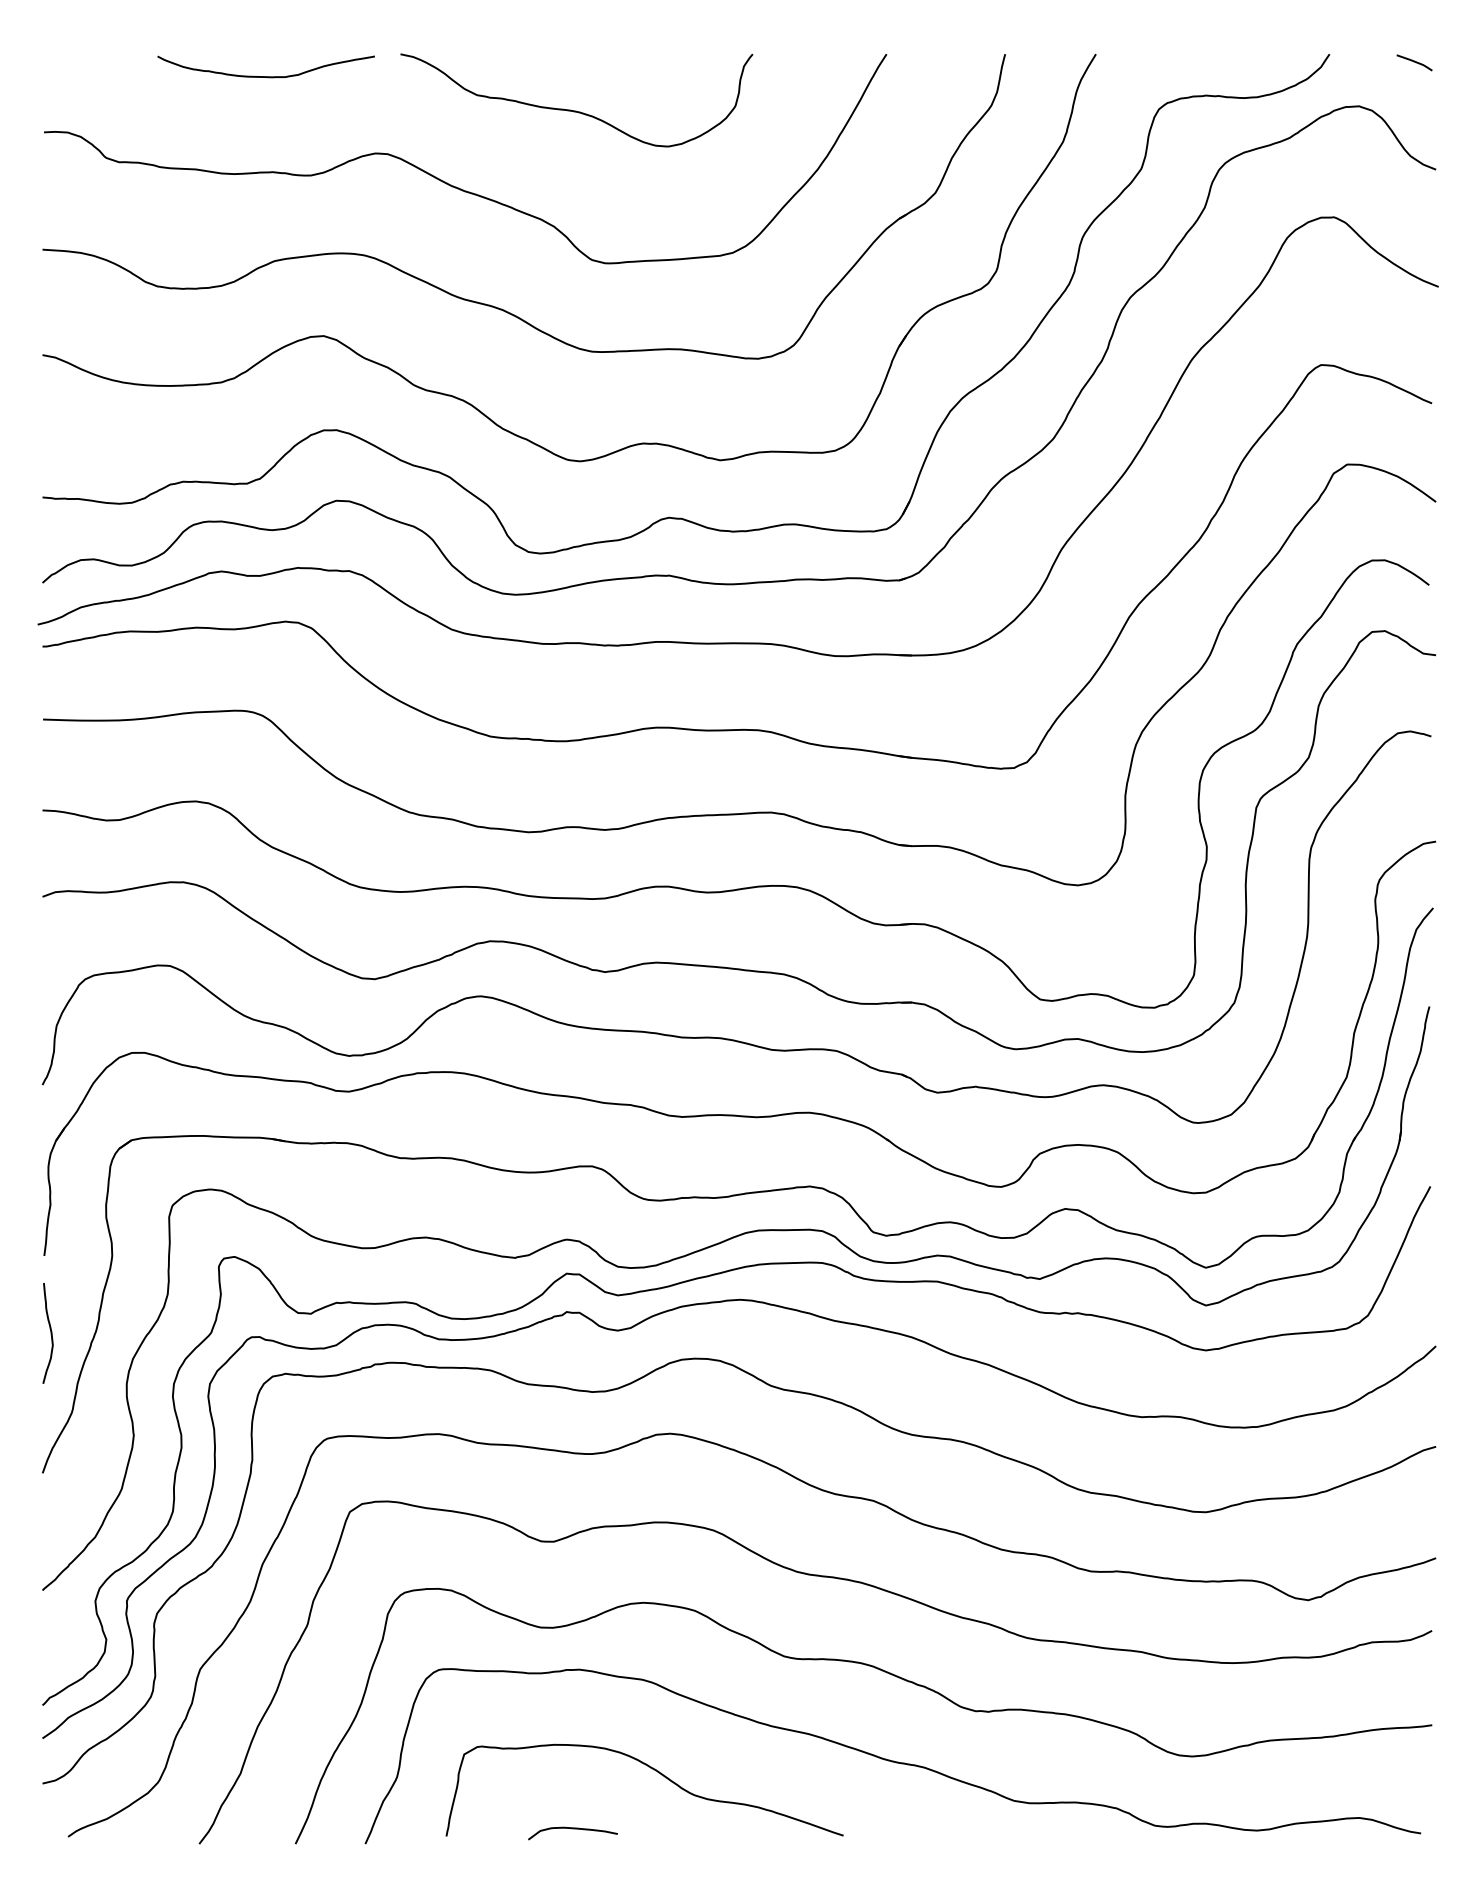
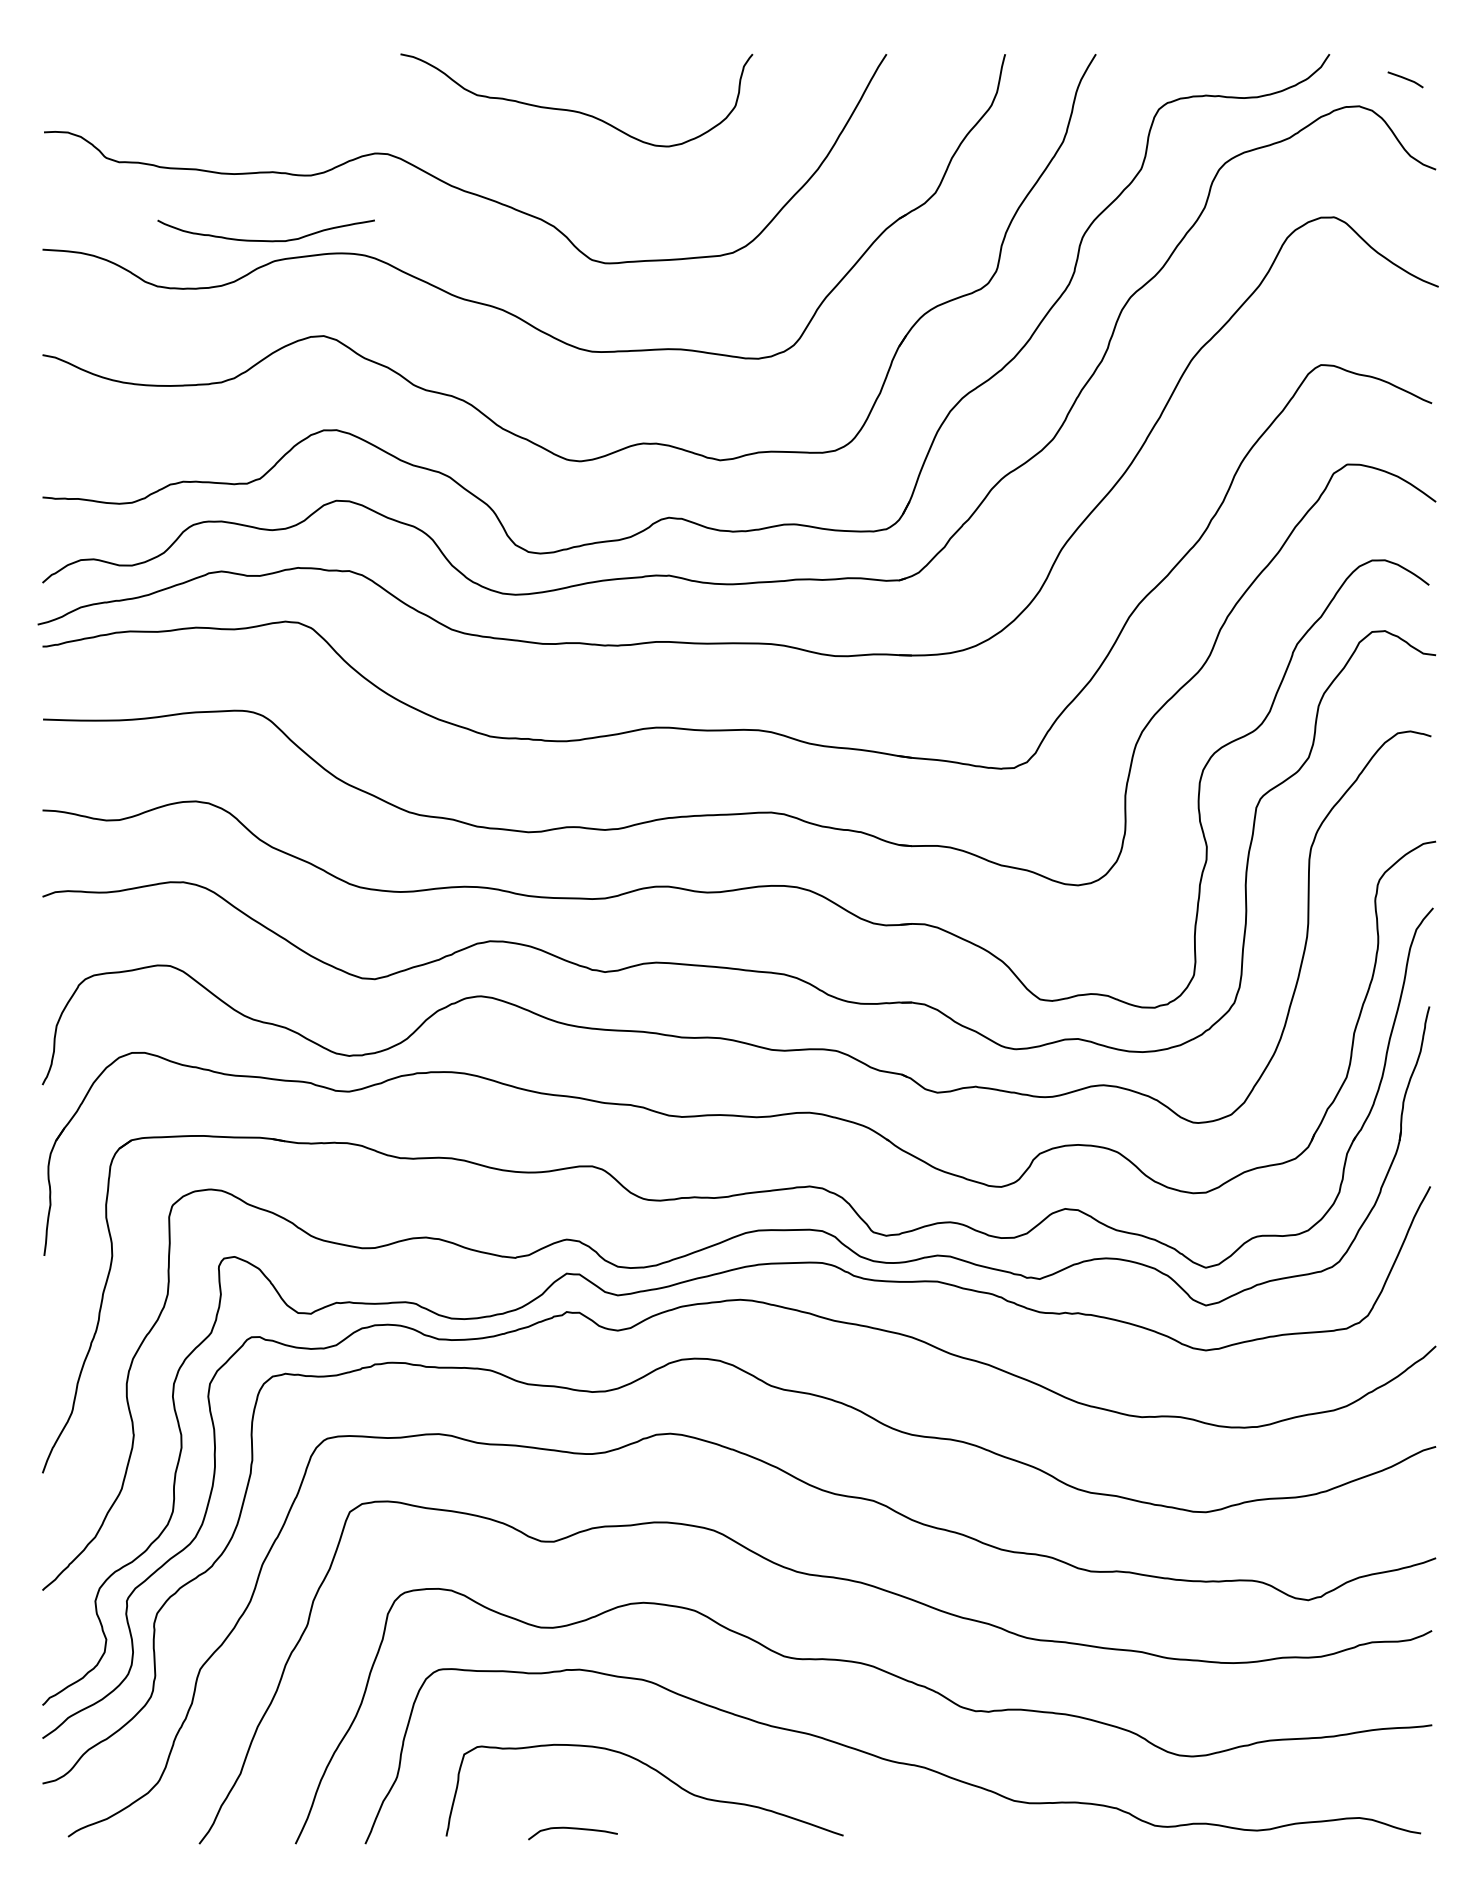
line at (1414, 62) position: (1414, 62) -> (1405, 79)
curve at (265, 76) position: (265, 76) -> (265, 240)
curve at (50, 1333): present -> none
